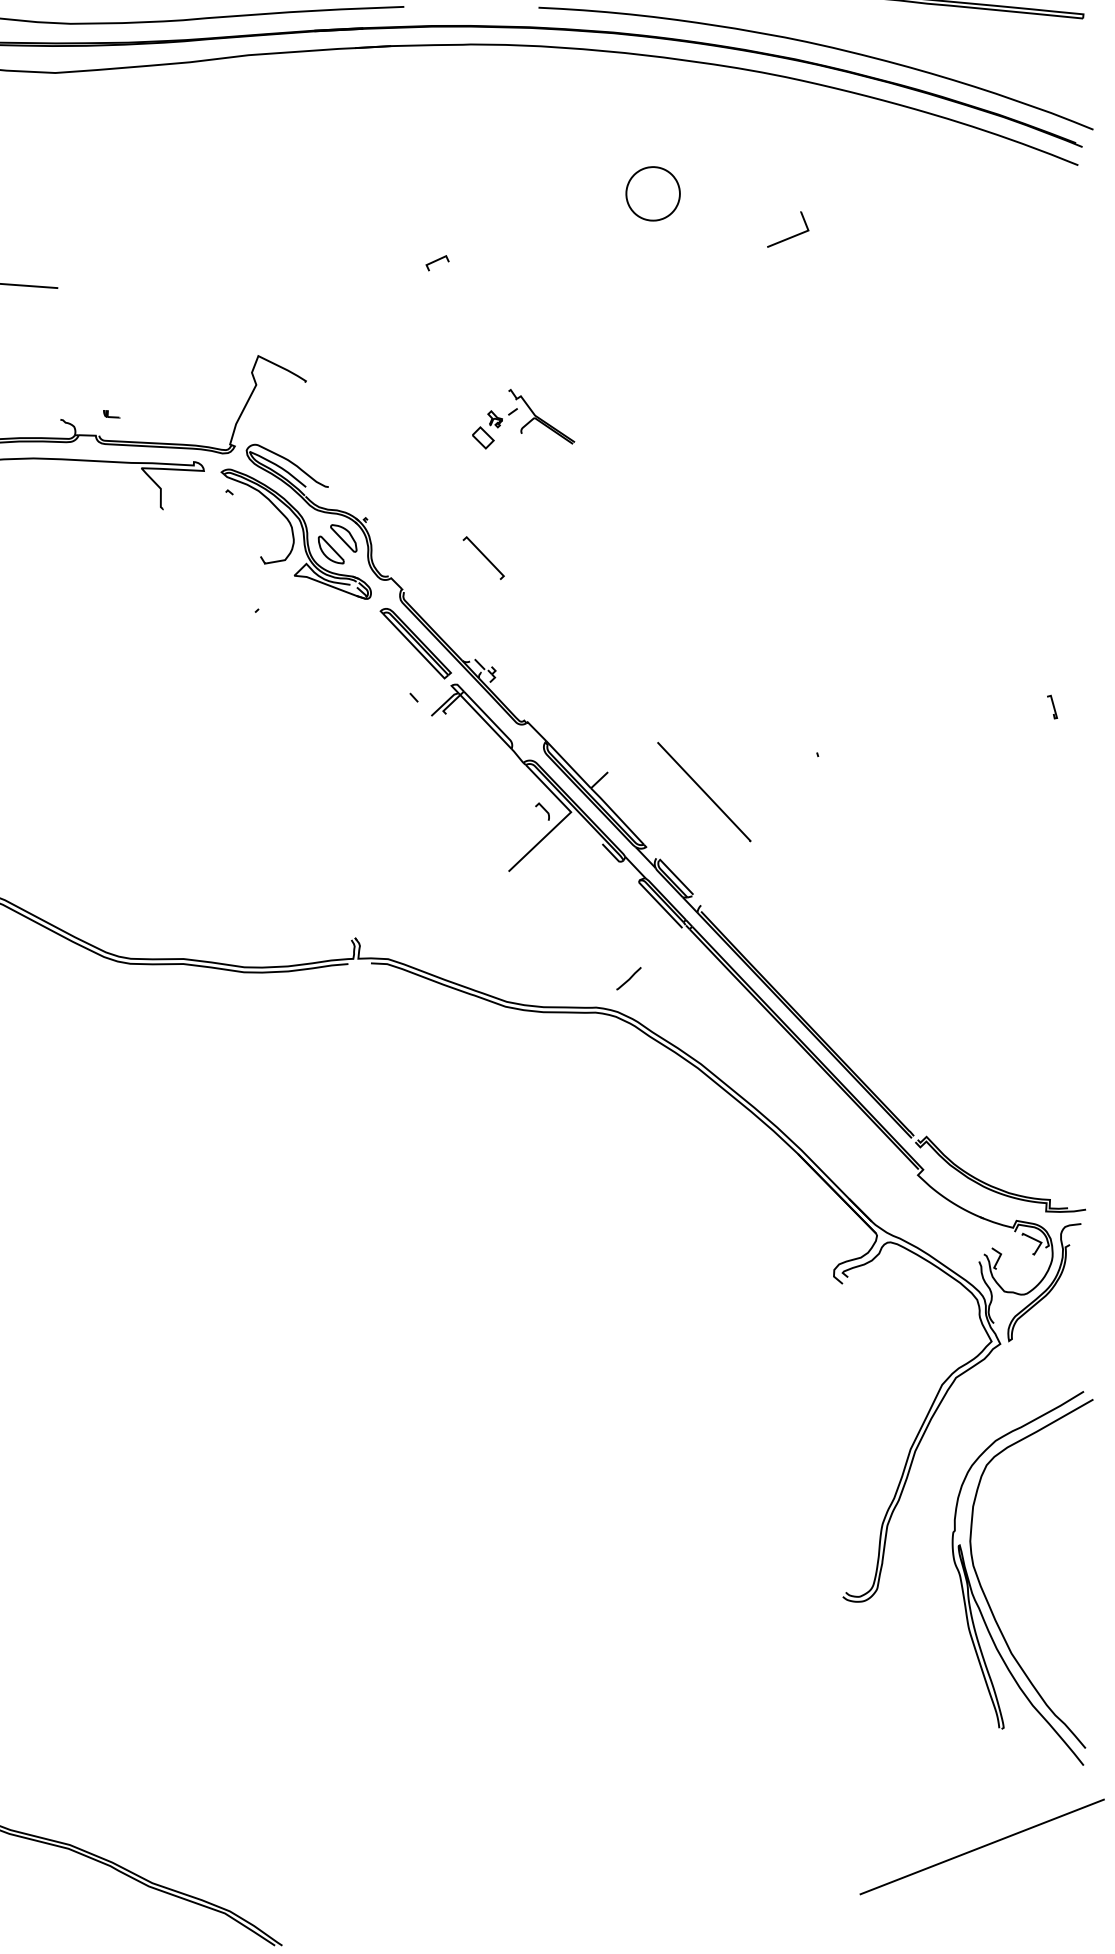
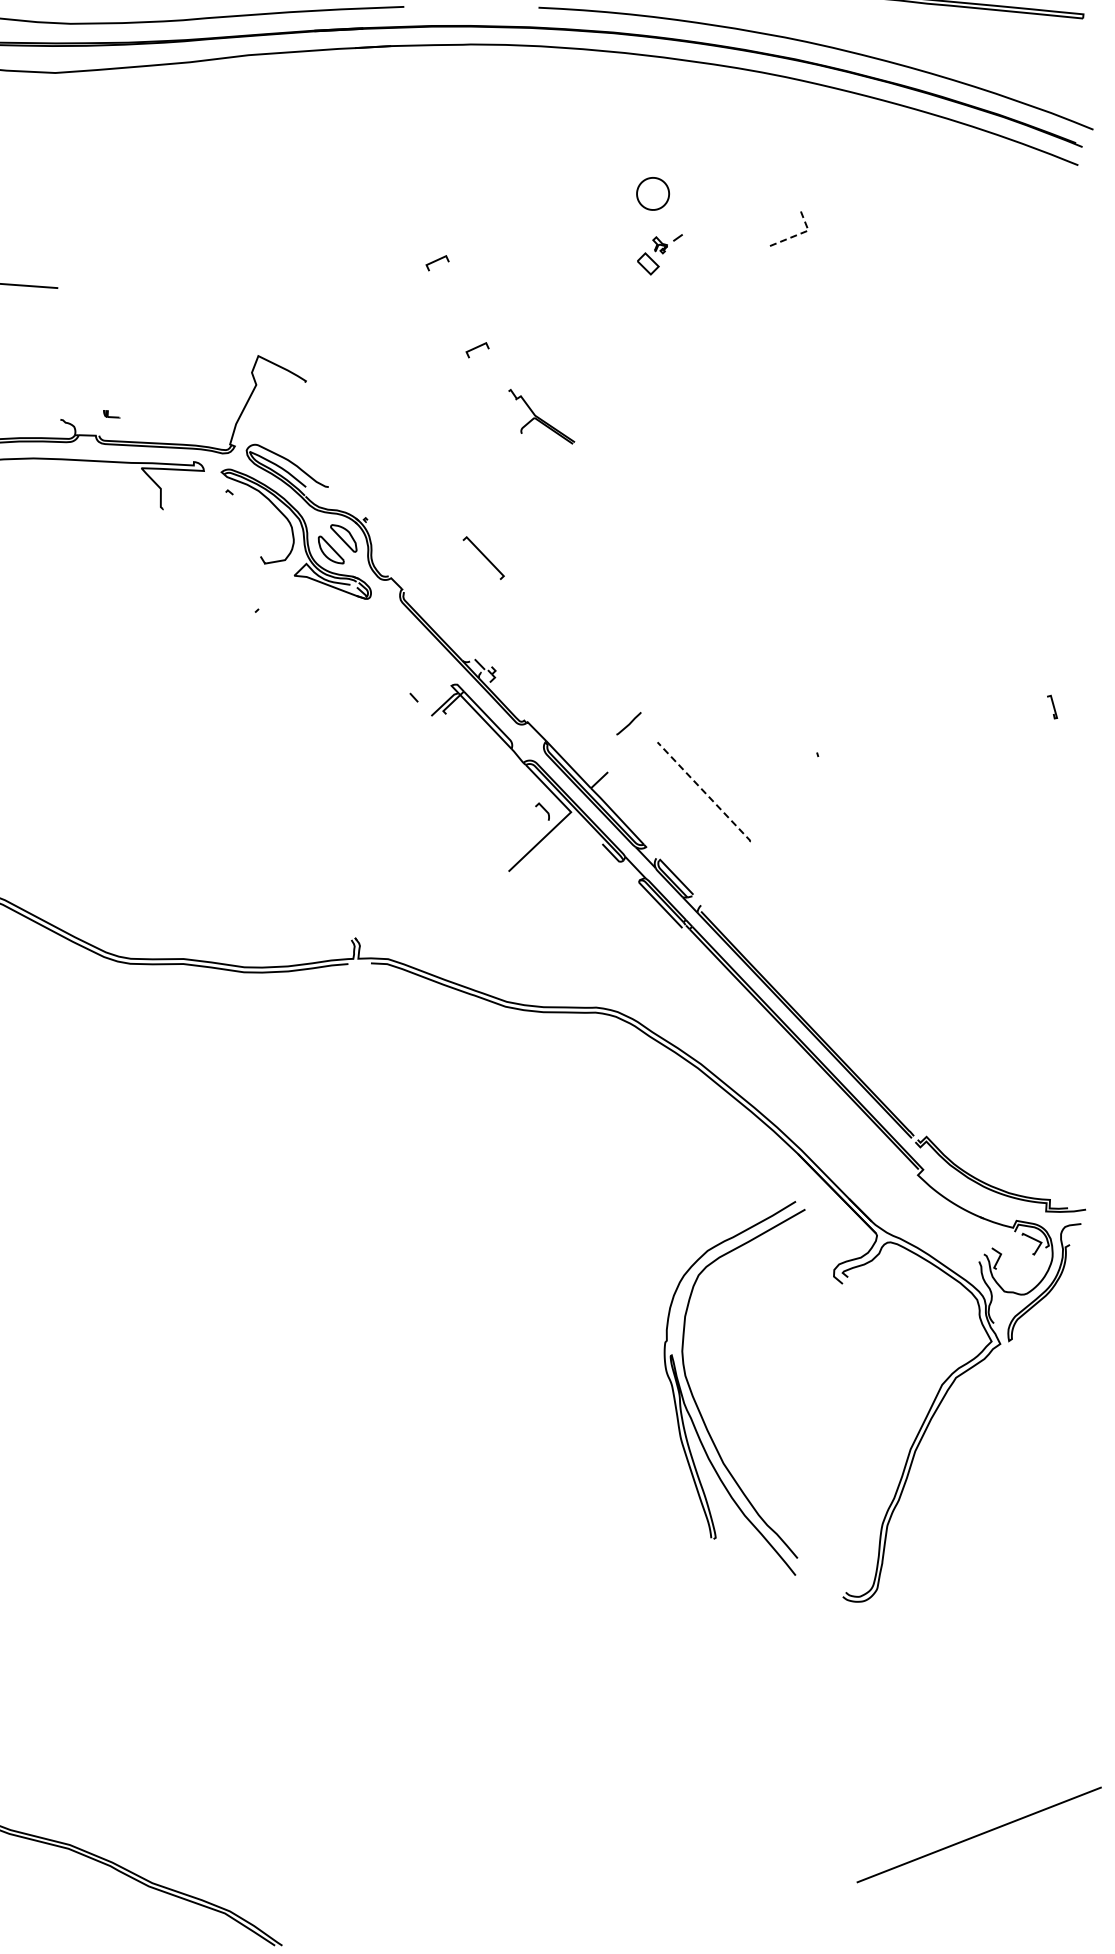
part at (652, 193) size: 56x56 px -> 34x34 px
line at (798, 234): solid -> dashed
line at (477, 348): none -> present
part at (494, 428) position: (494, 428) -> (659, 254)
part at (415, 643): present -> none
line at (704, 792): solid -> dashed
line at (628, 978) position: (628, 978) -> (628, 723)
part at (986, 1596) position: (986, 1596) -> (698, 1406)
line at (981, 1846) position: (981, 1846) -> (978, 1834)
